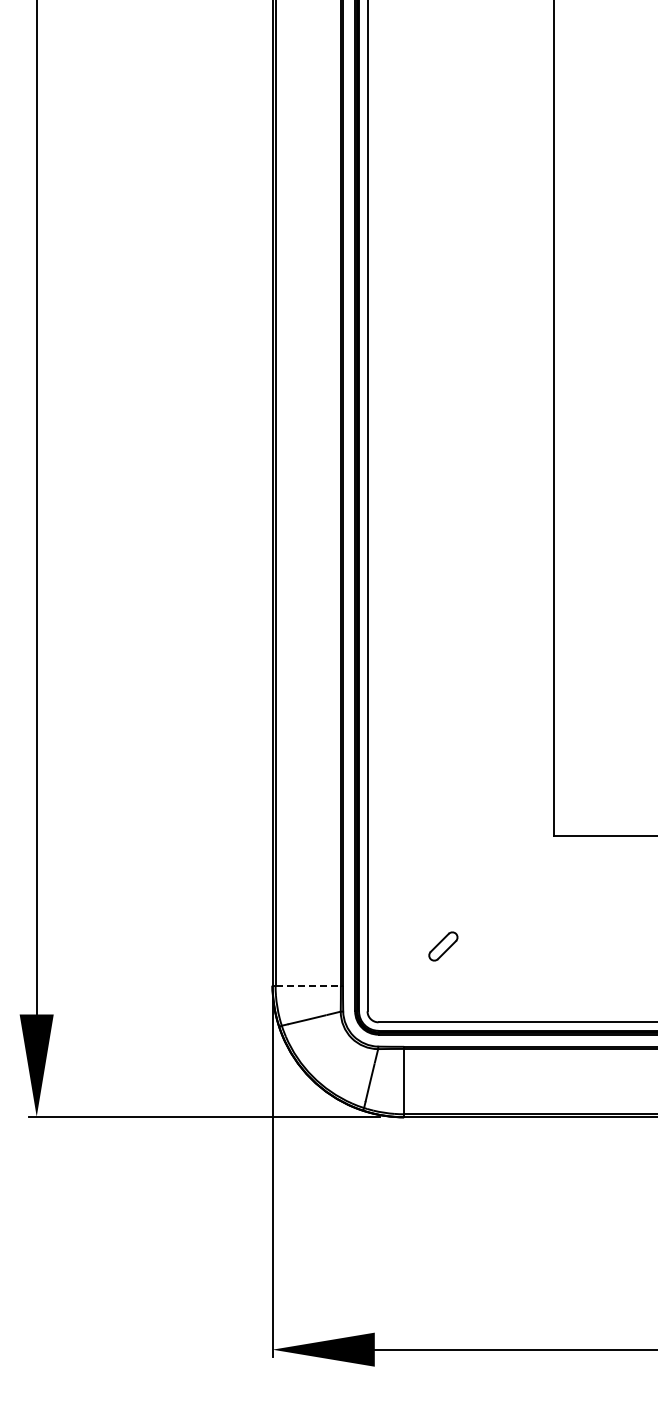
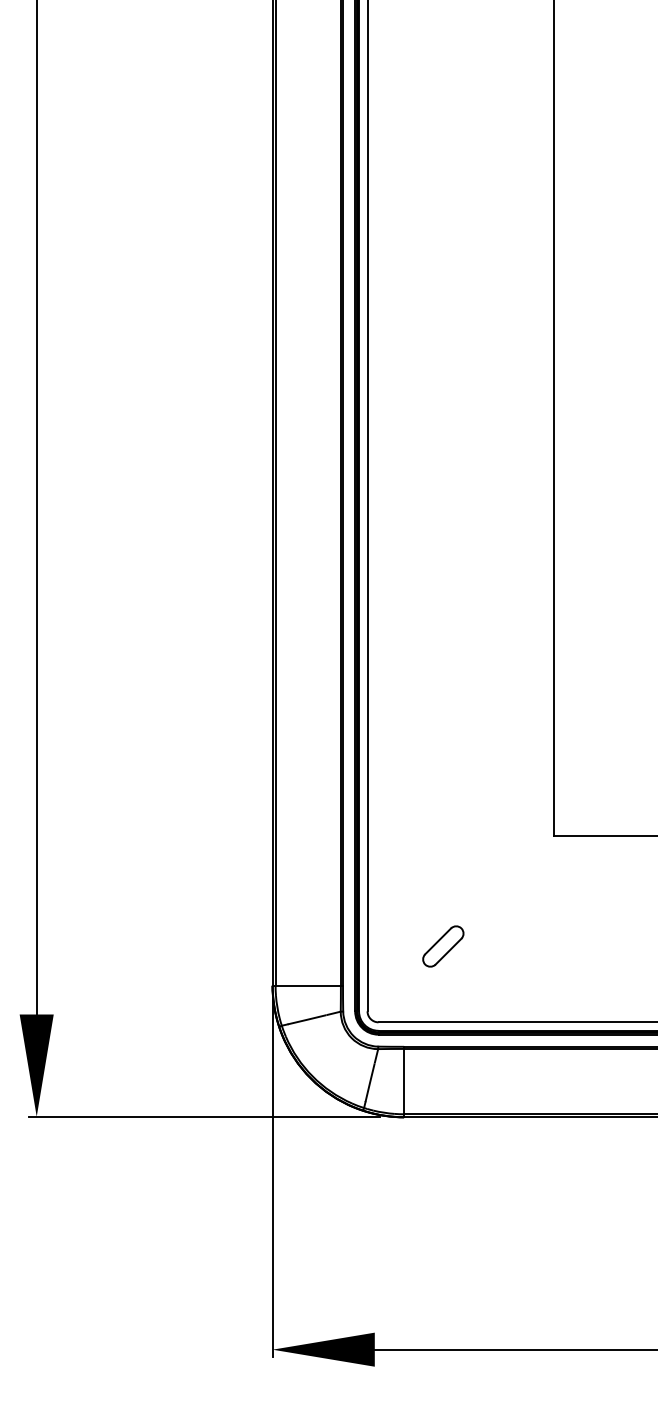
part at (443, 946) size: 31x31 px -> 43x43 px
line at (309, 985): dashed -> solid
